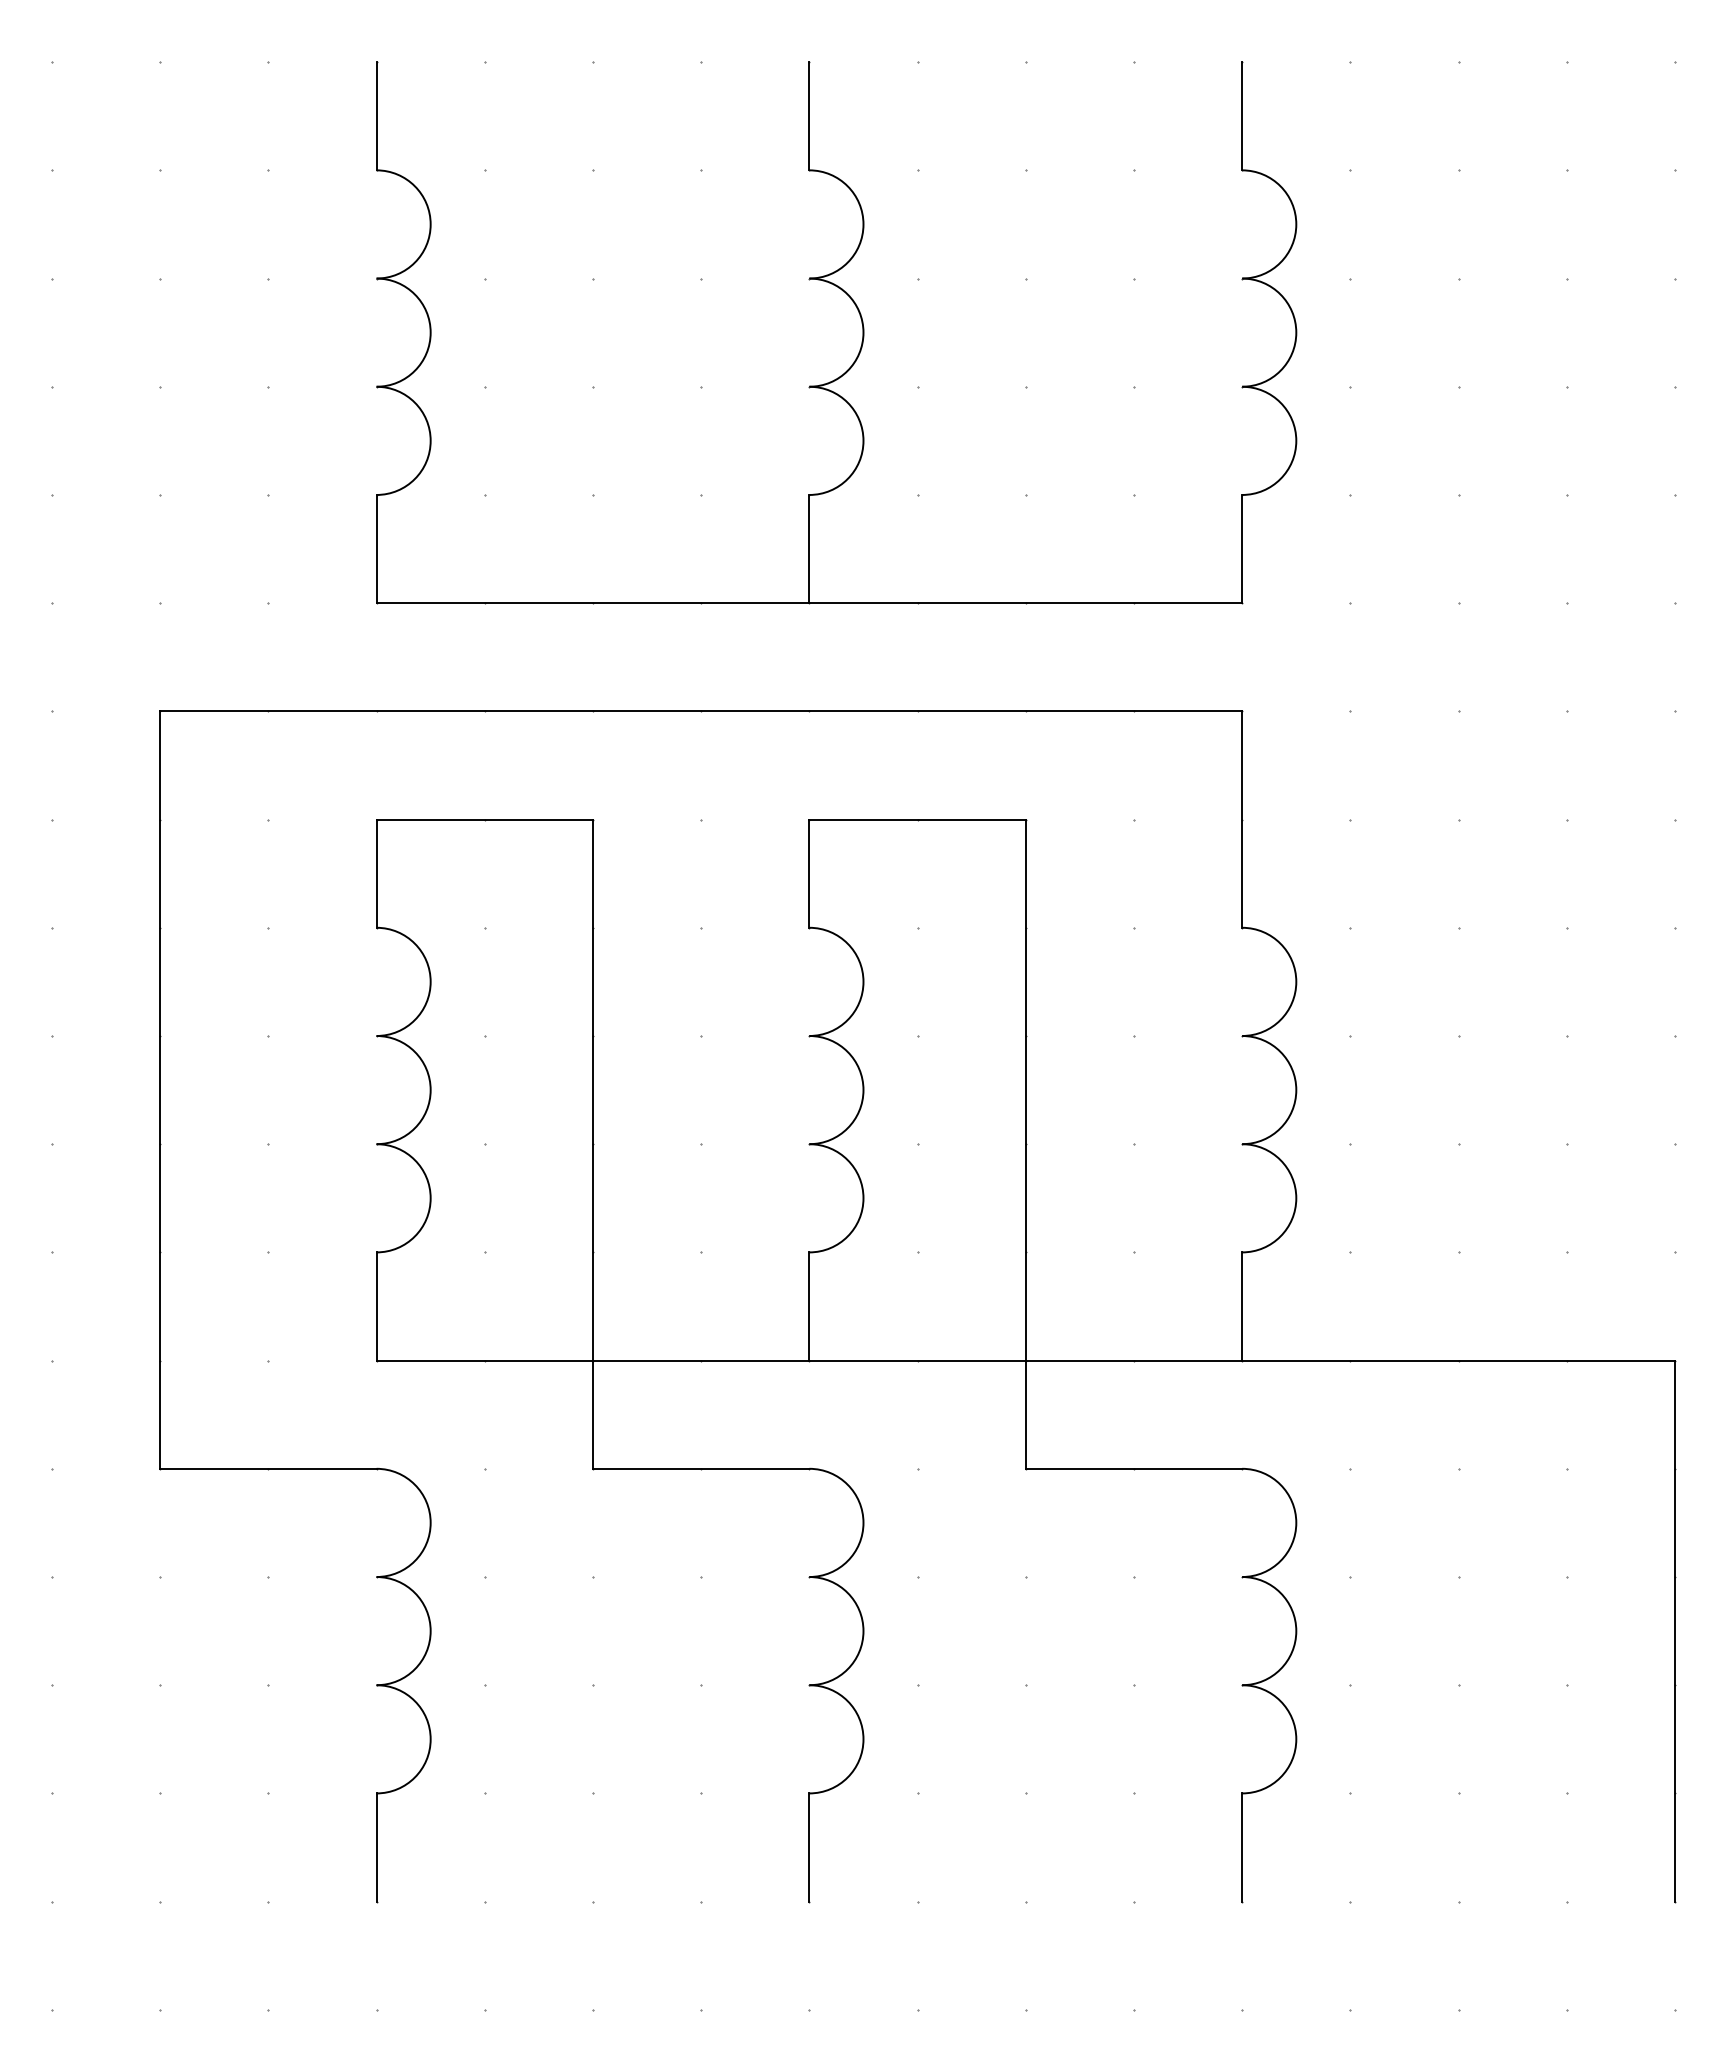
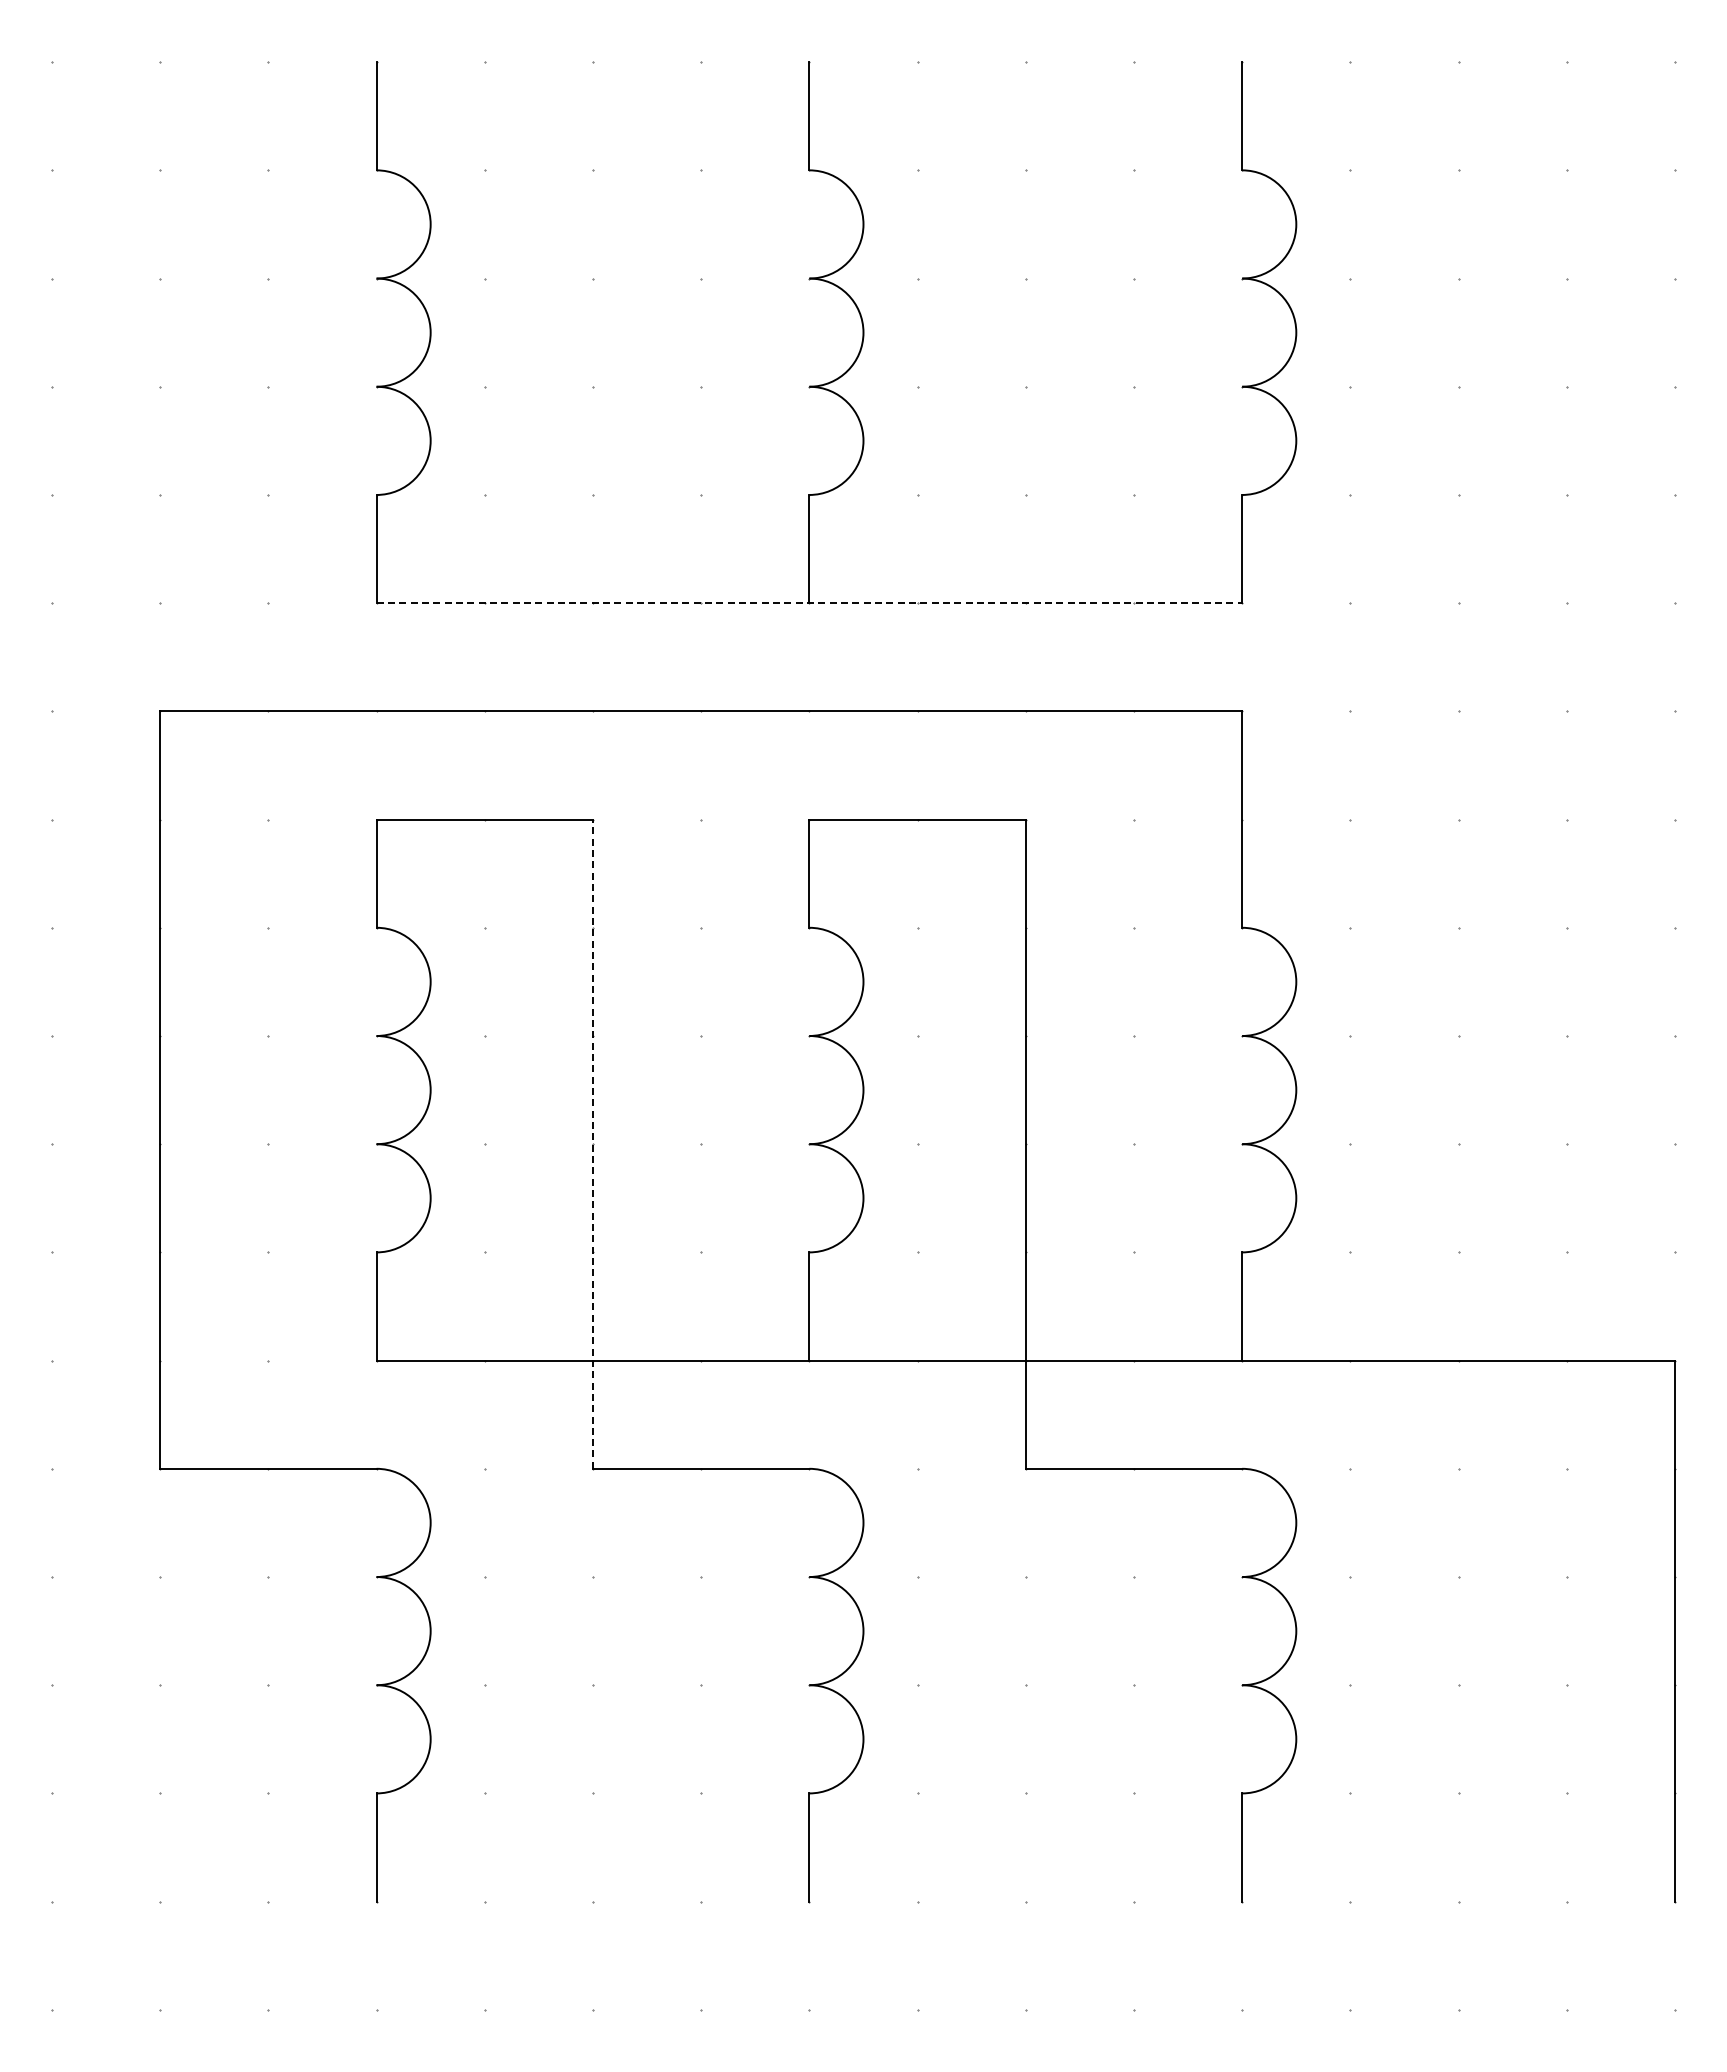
line at (809, 603): solid -> dashed
line at (592, 1144): solid -> dashed
